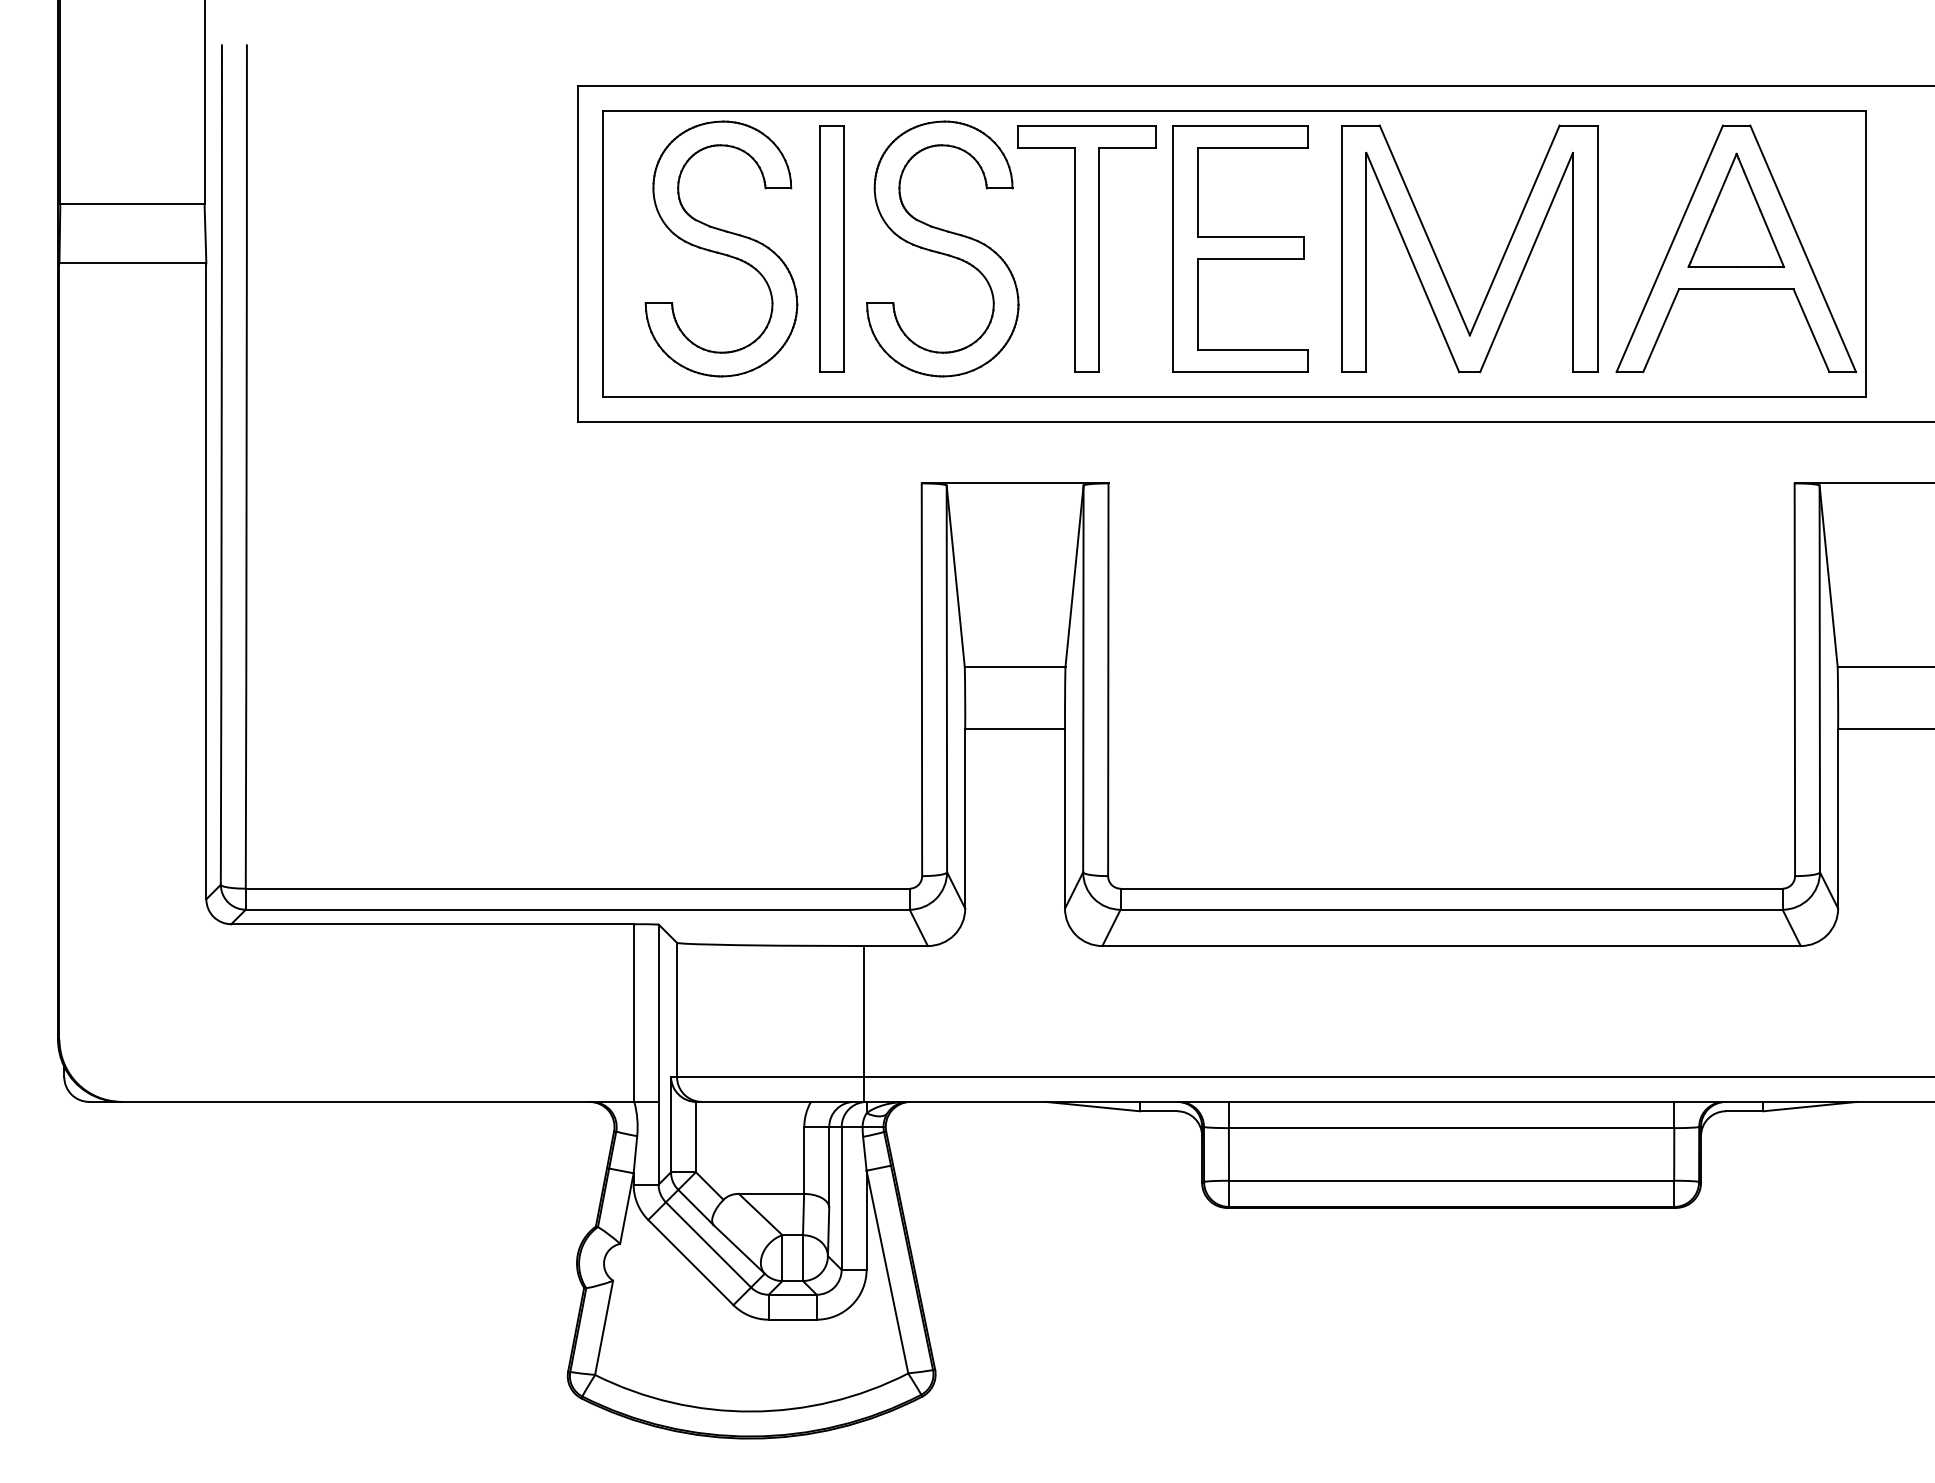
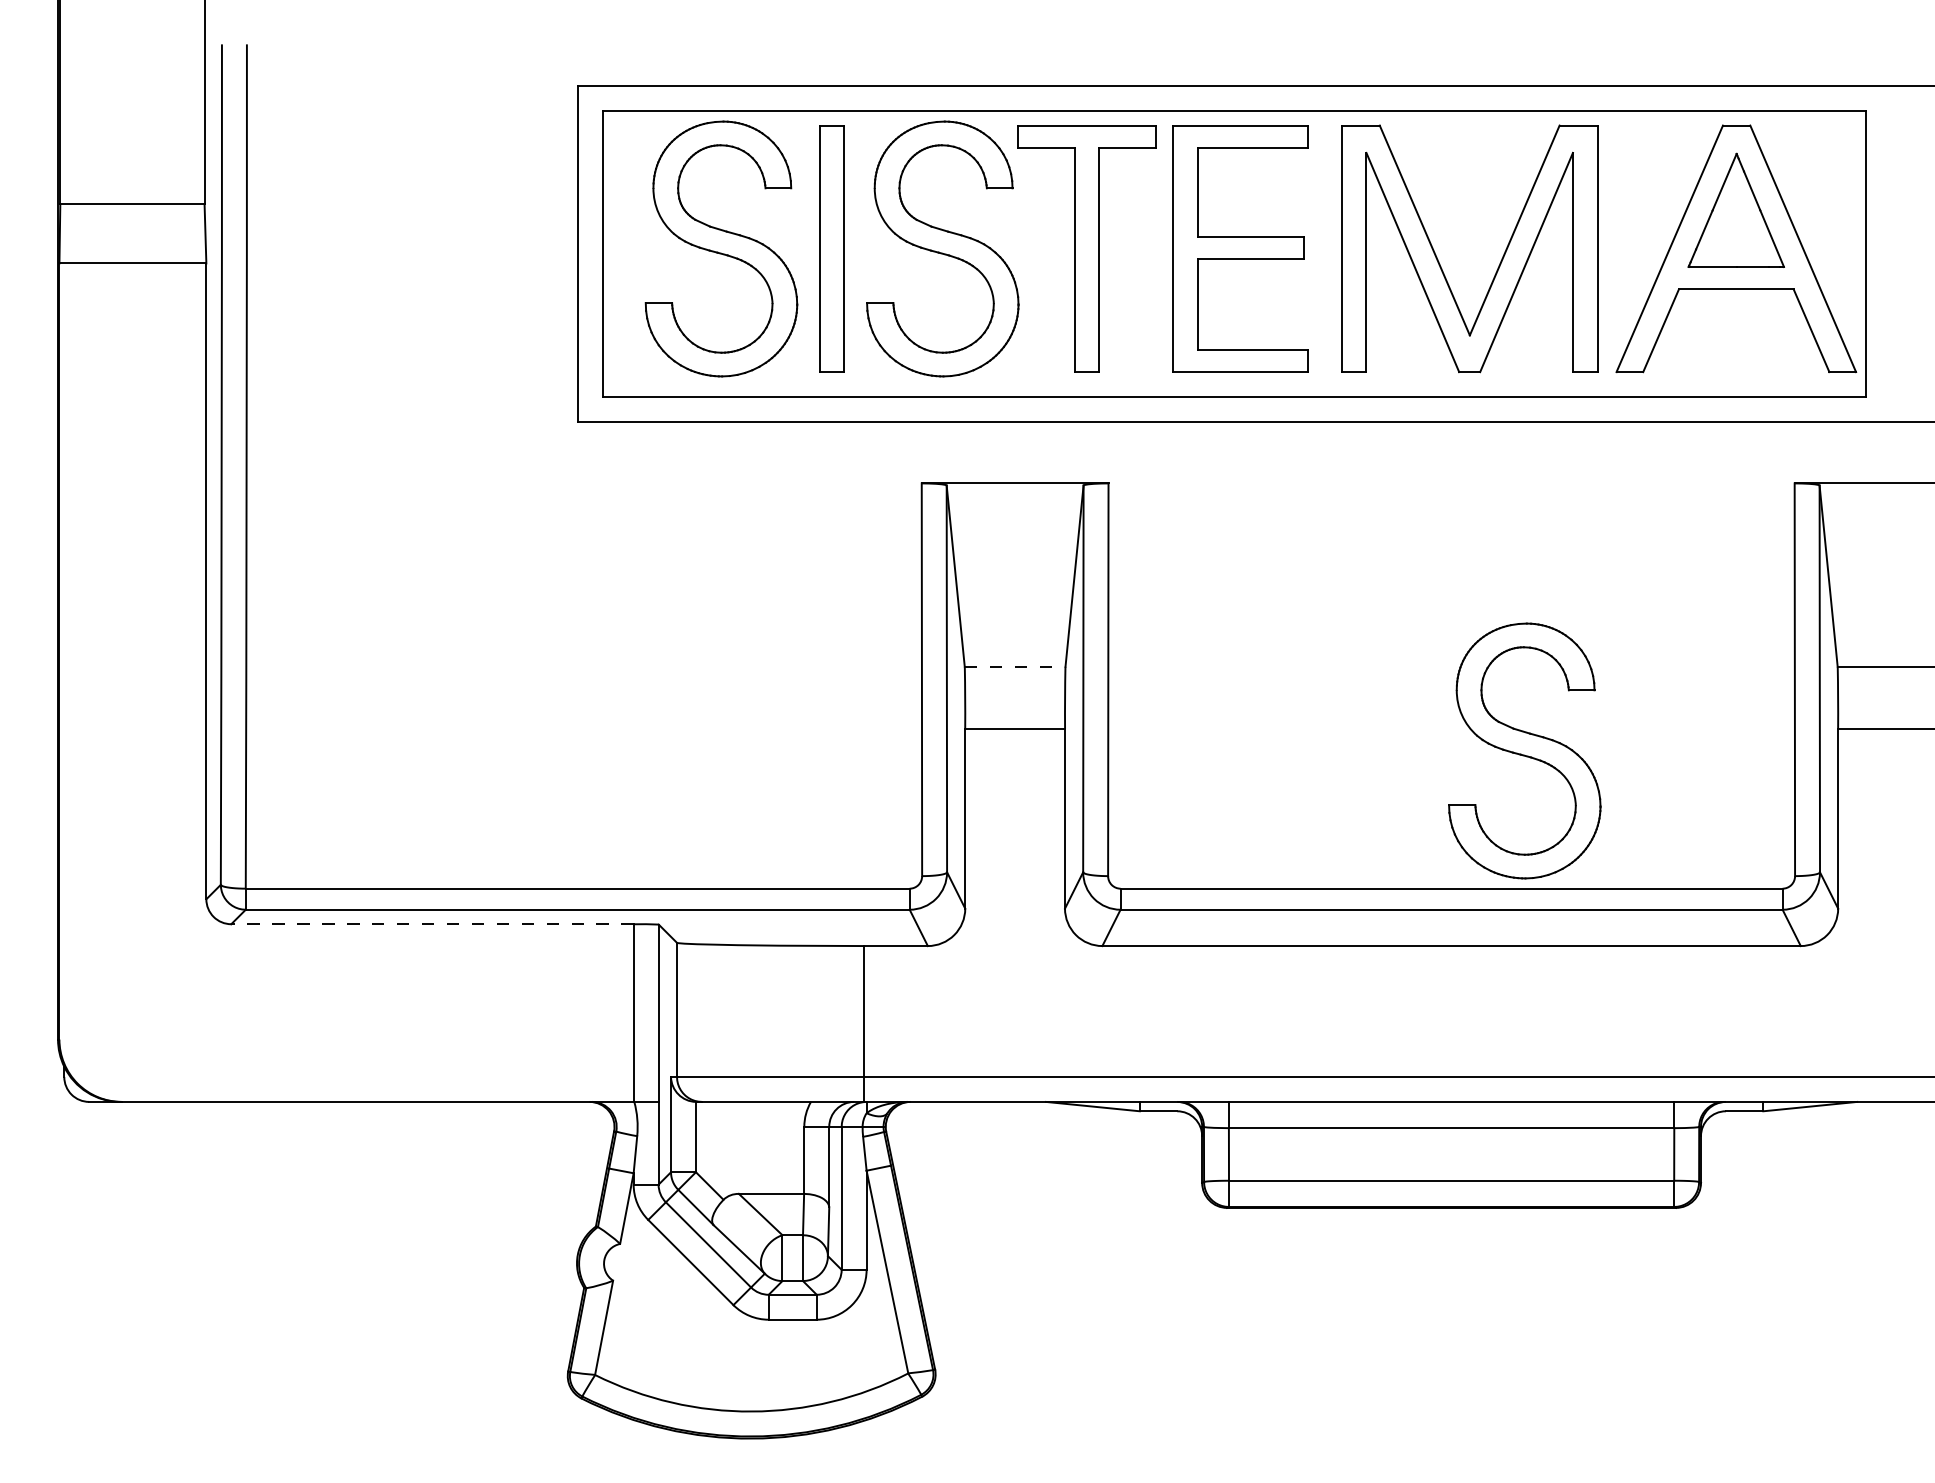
line at (1015, 666): solid -> dashed
part at (1524, 750): none -> present
line at (432, 924): solid -> dashed
